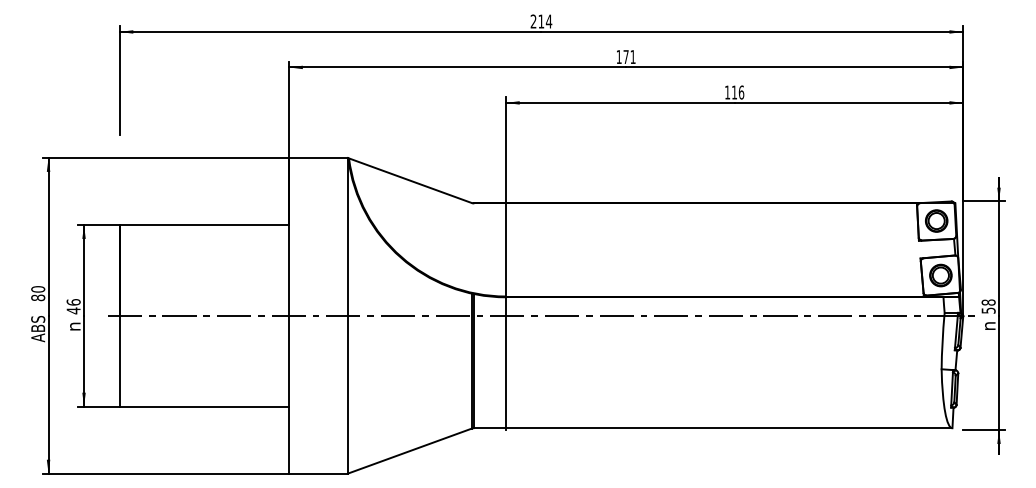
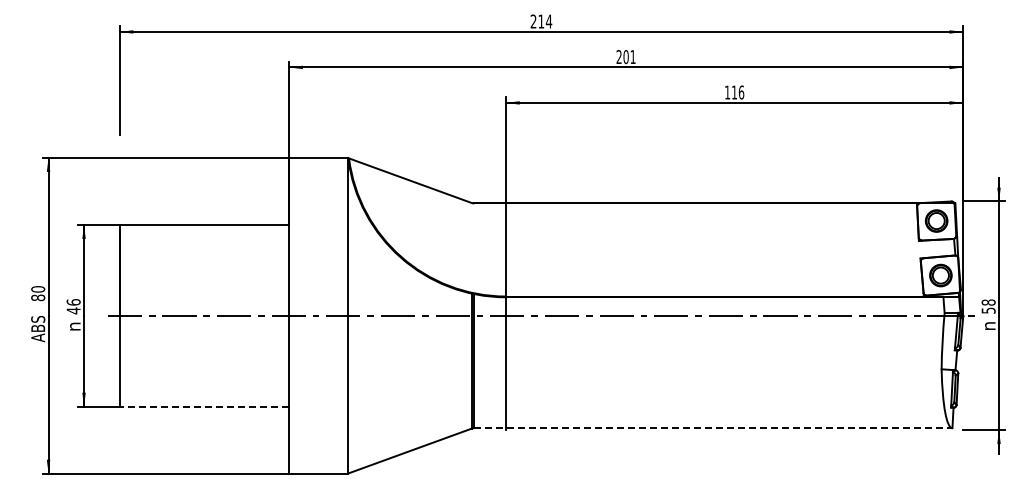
text at (622, 57): 171 -> 201
line at (204, 406): solid -> dashed
line at (713, 428): solid -> dashed
